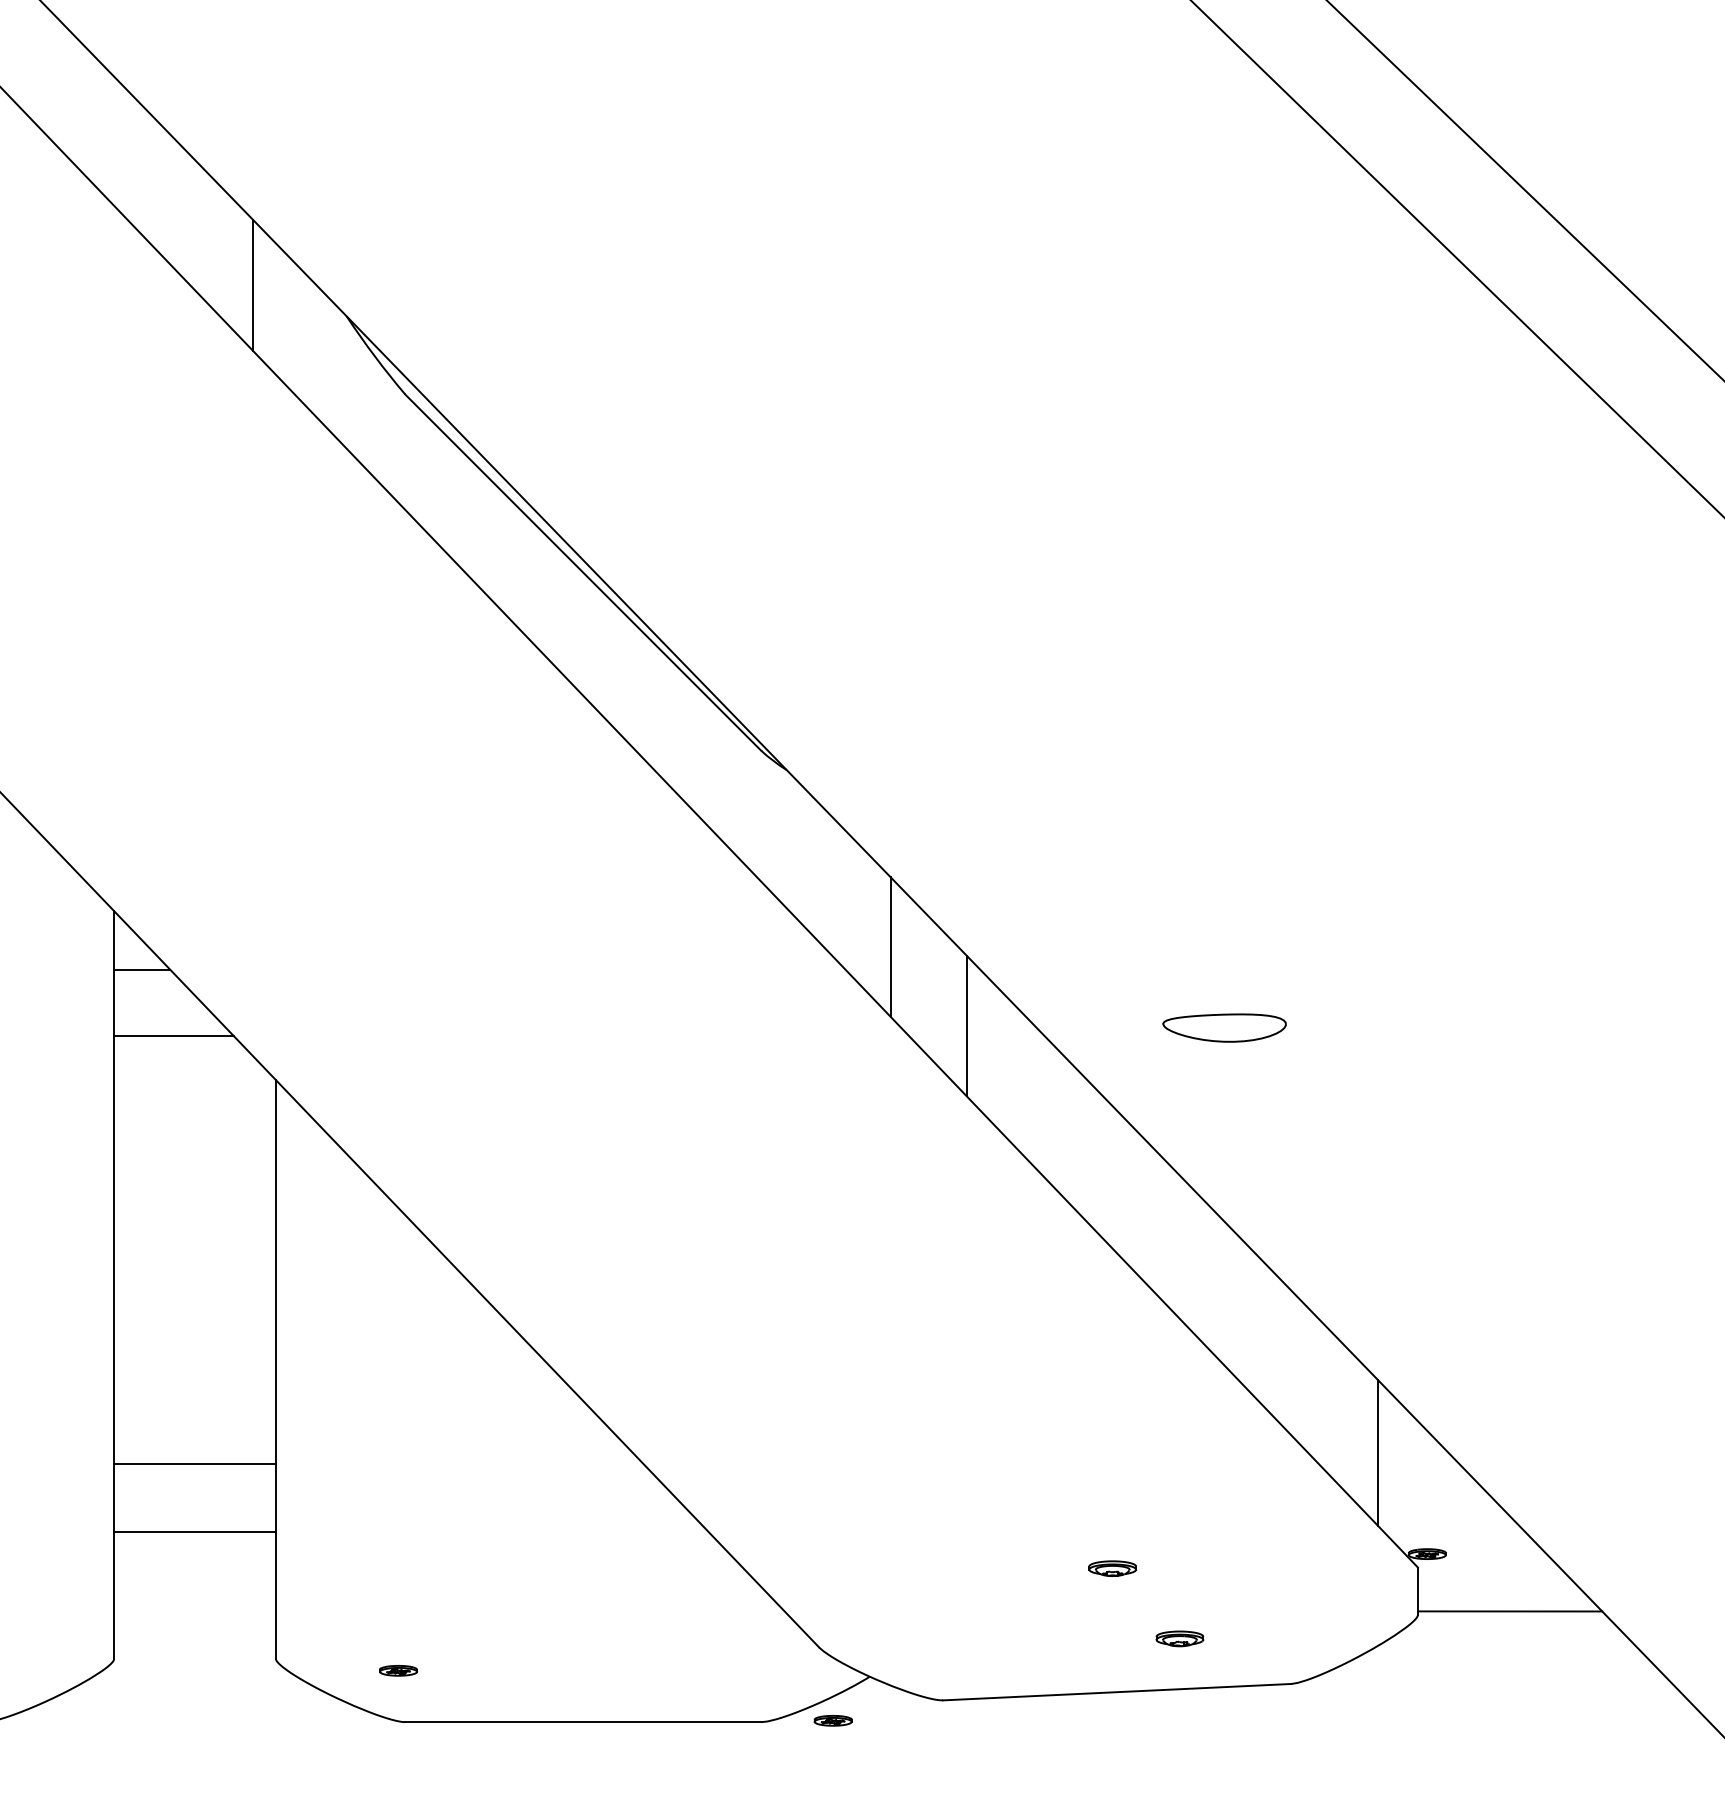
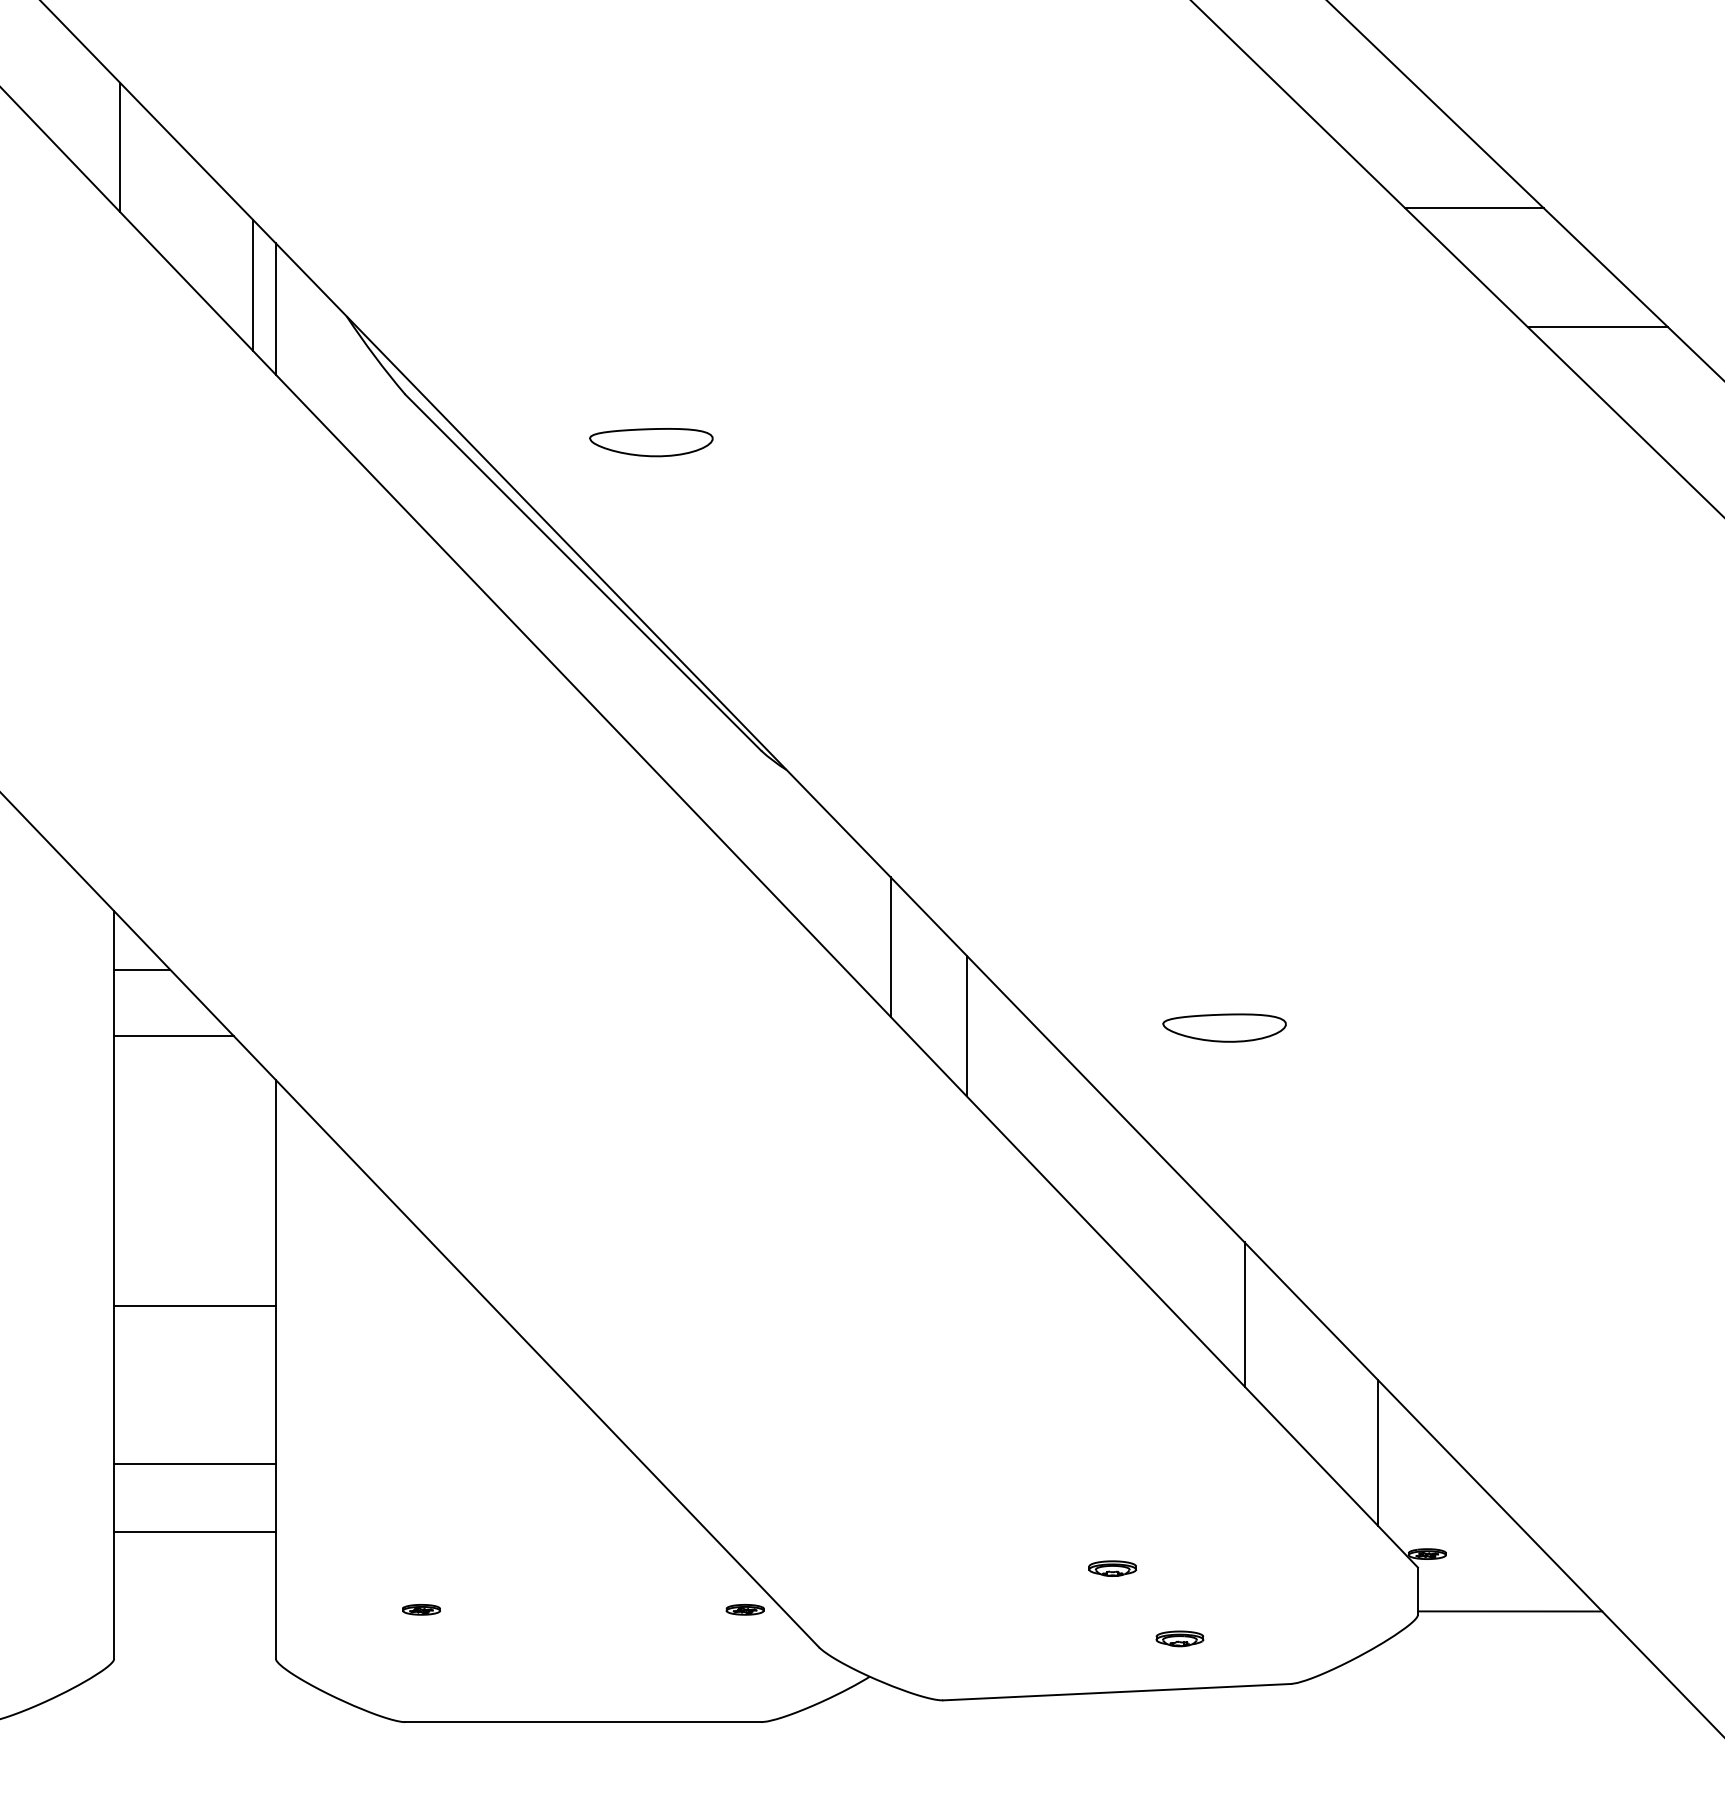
line at (120, 147): none -> present
line at (1474, 208): none -> present
line at (275, 308): none -> present
line at (1598, 327): none -> present
part at (651, 442): none -> present
line at (194, 1305): none -> present
line at (1244, 1314): none -> present
part at (398, 1670) position: (398, 1670) -> (421, 1609)
part at (832, 1720) position: (832, 1720) -> (744, 1609)
